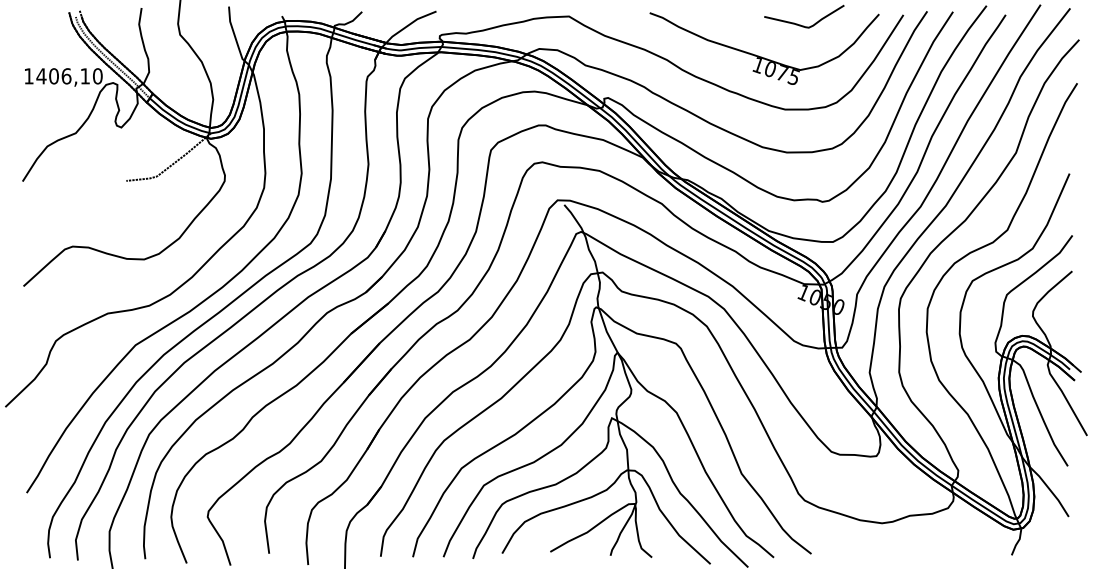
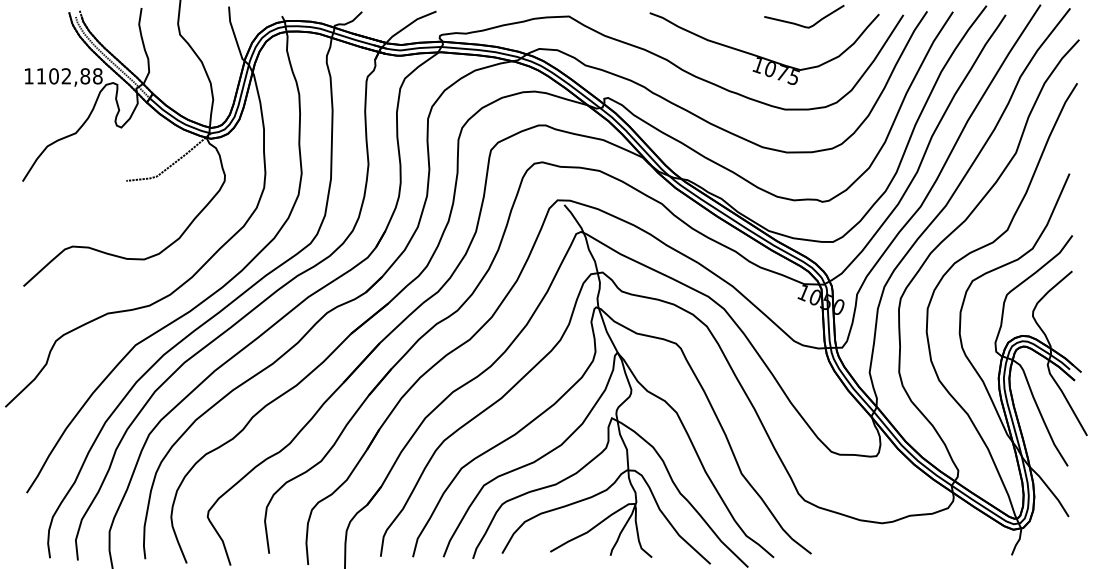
text at (69, 76): 1406,10 -> 1102,88
